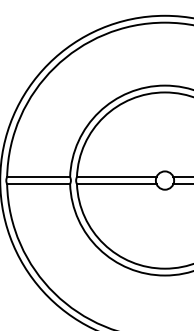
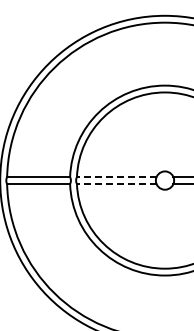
line at (116, 177): solid -> dashed
line at (116, 184): solid -> dashed
